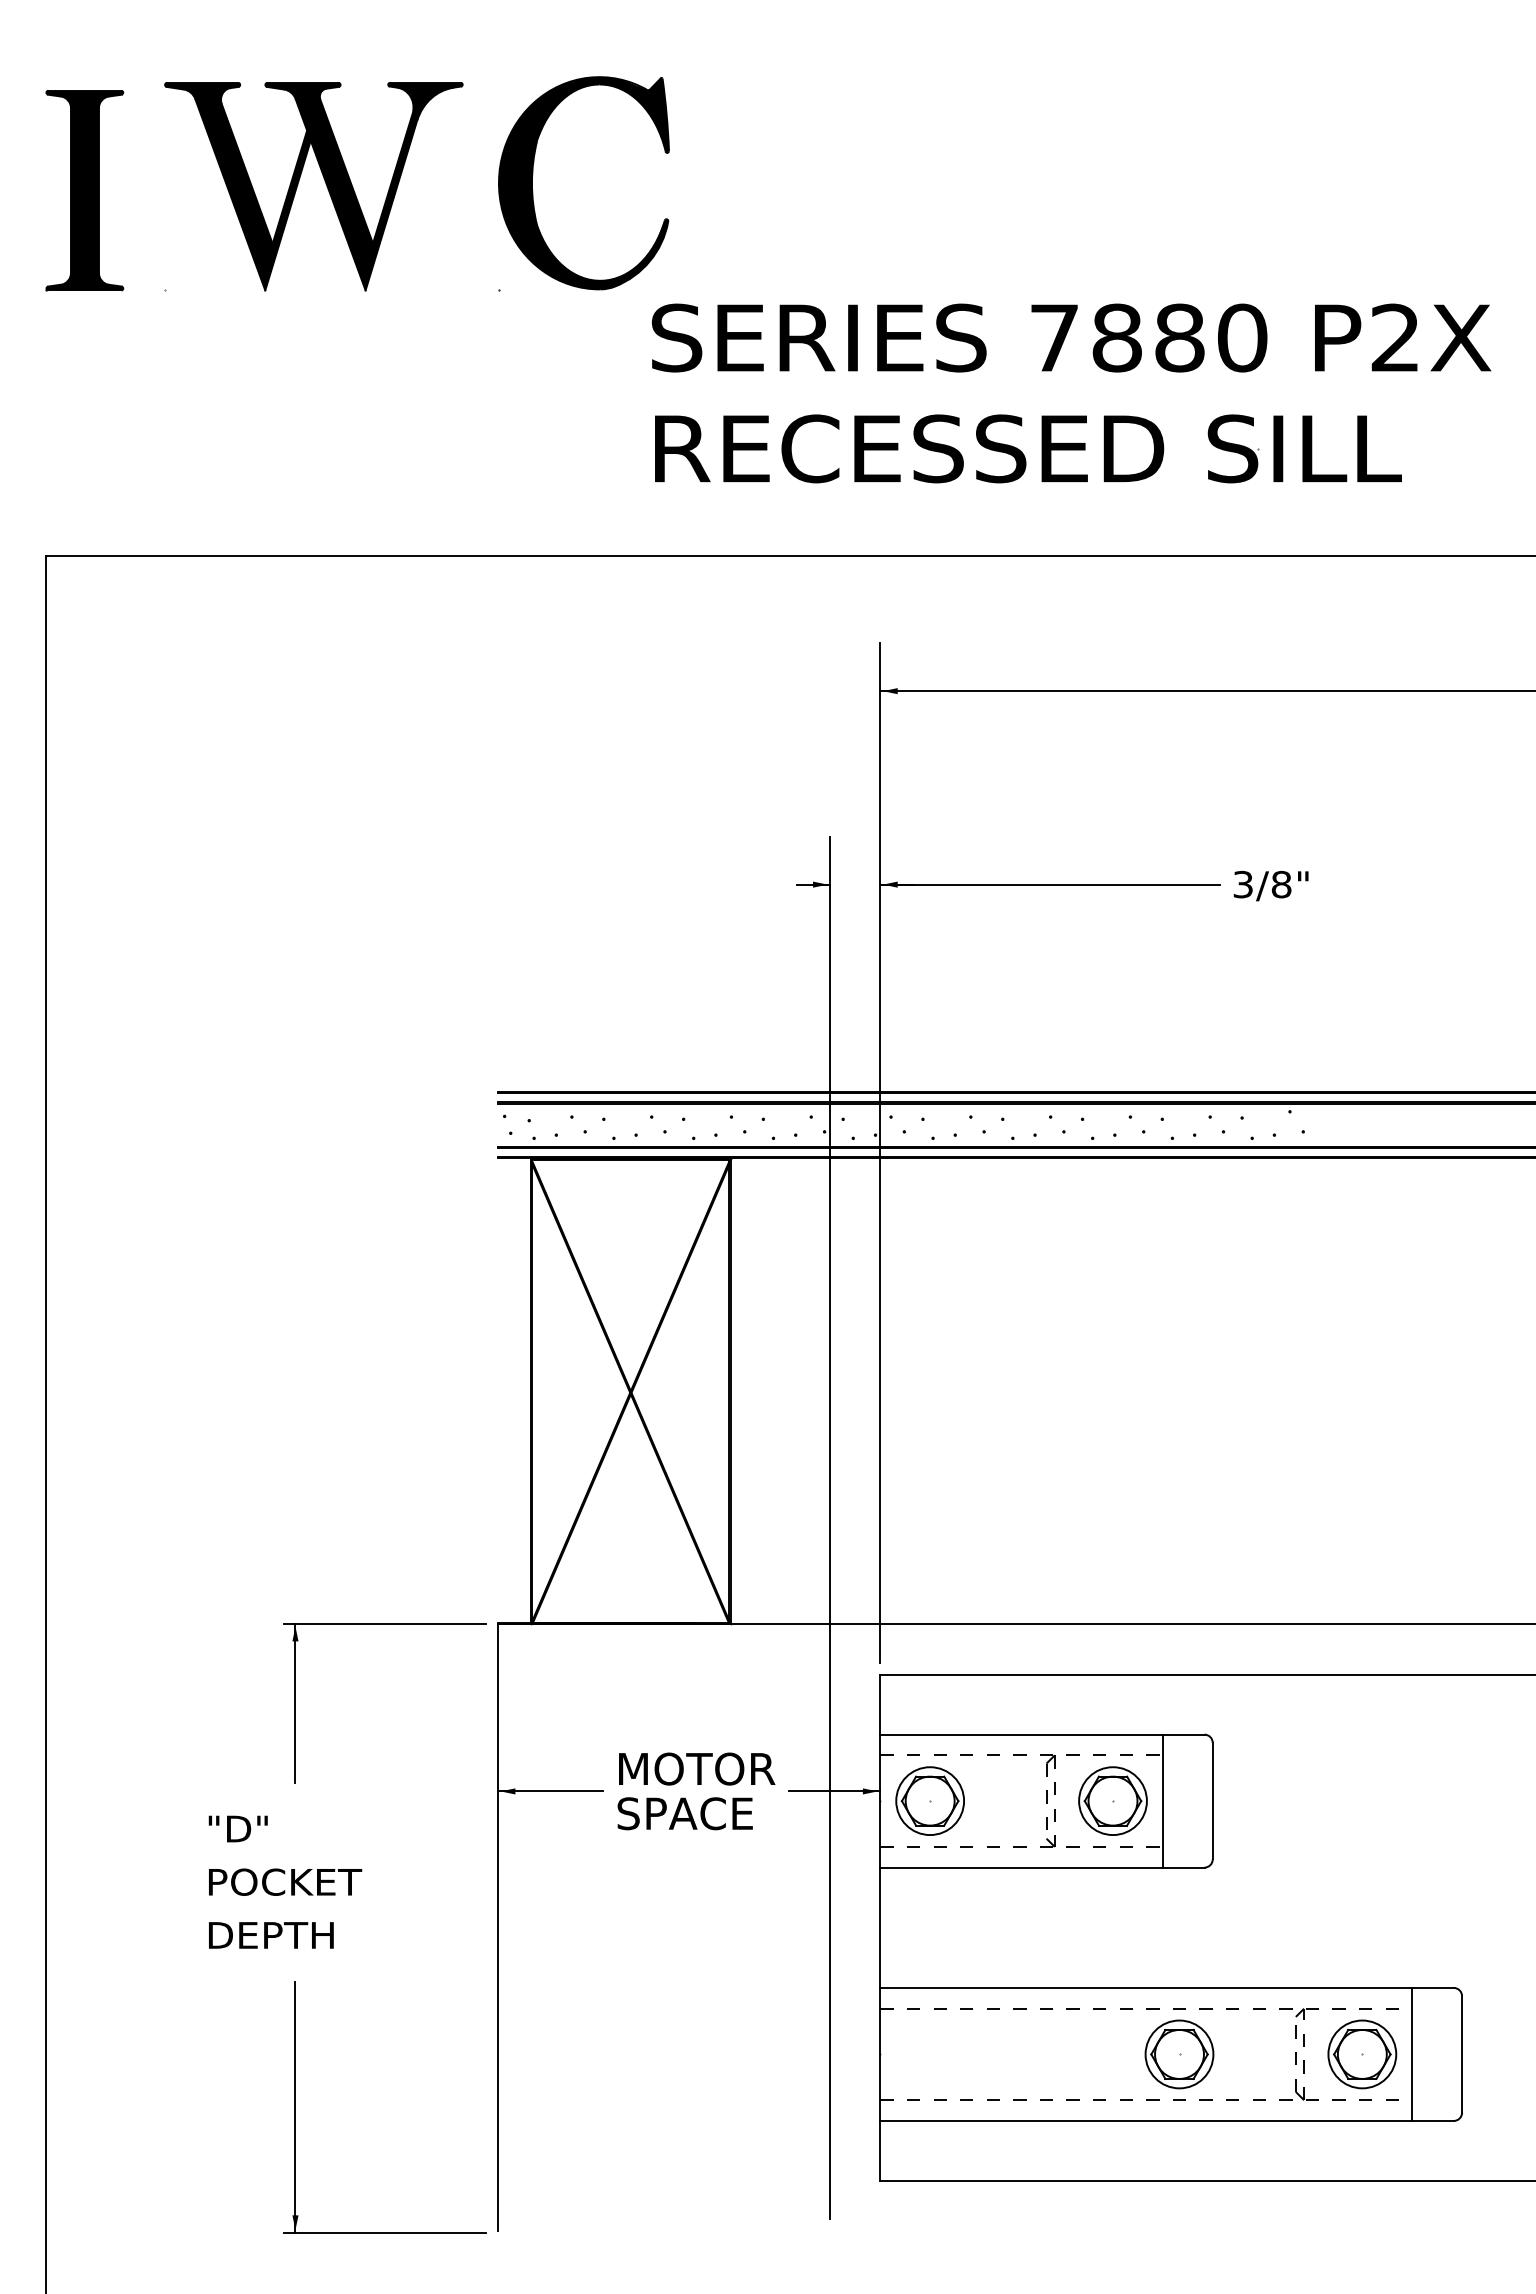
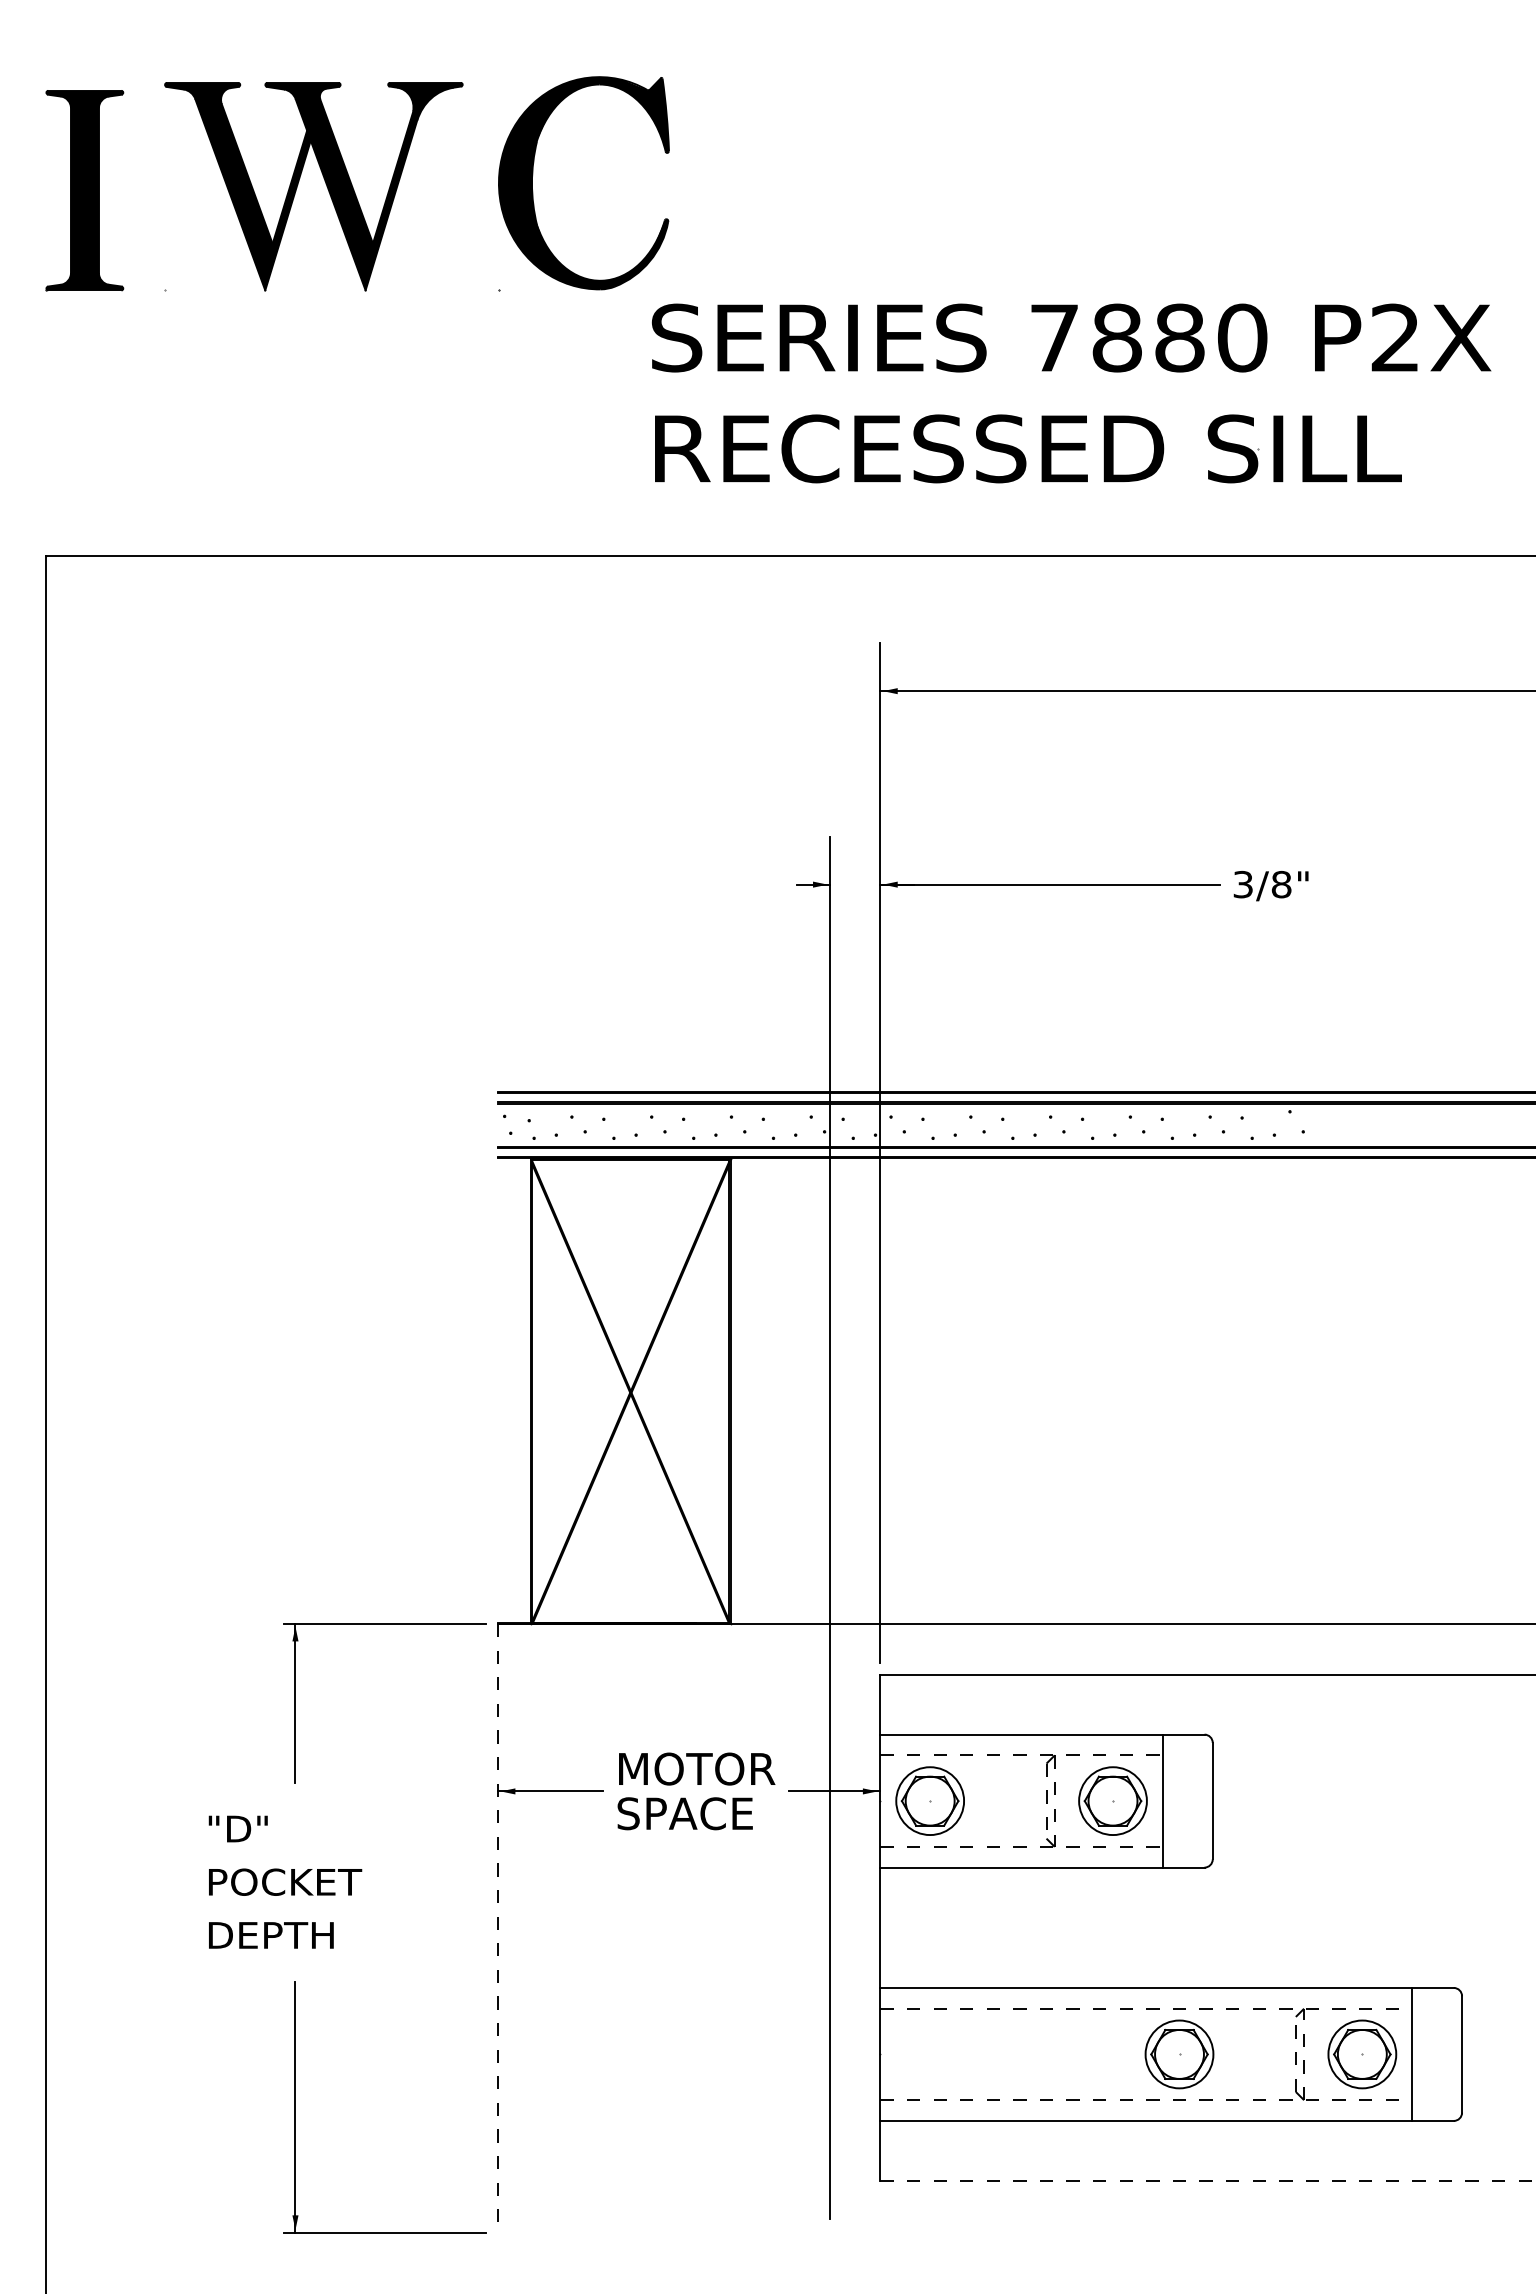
line at (497, 1927): solid -> dashed
line at (1208, 2181): solid -> dashed
